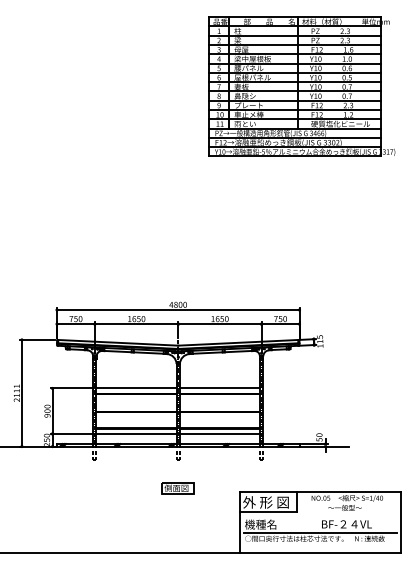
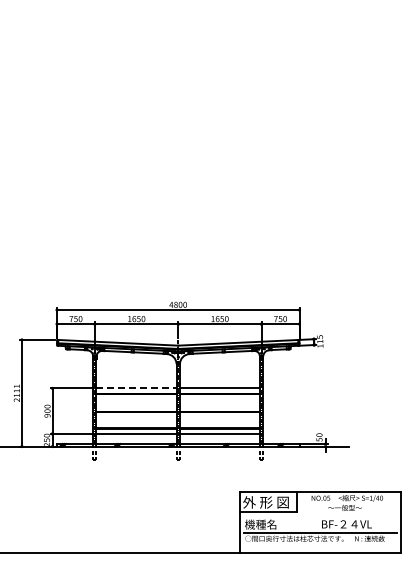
part at (301, 86): present -> none
line at (137, 388): solid -> dashed
part at (177, 488): present -> none
